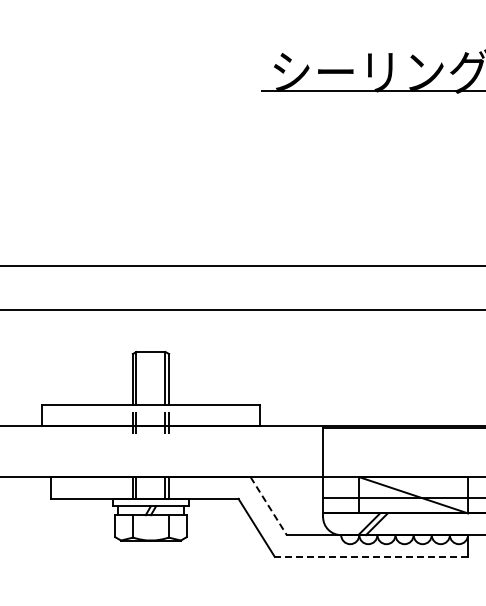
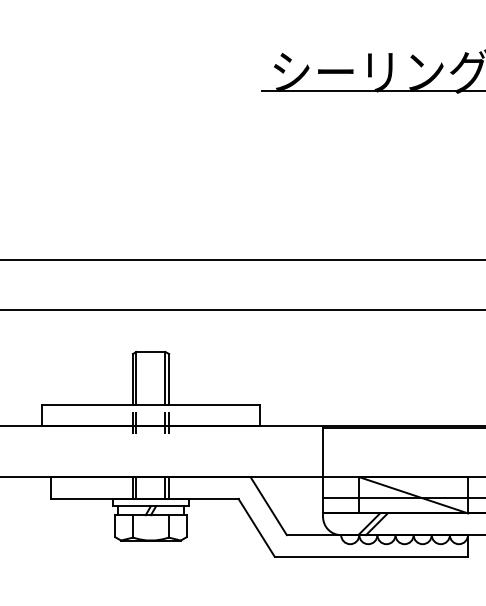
line at (242, 265) position: (242, 265) -> (242, 259)
line at (268, 506): dashed -> solid
line at (371, 556): dashed -> solid
